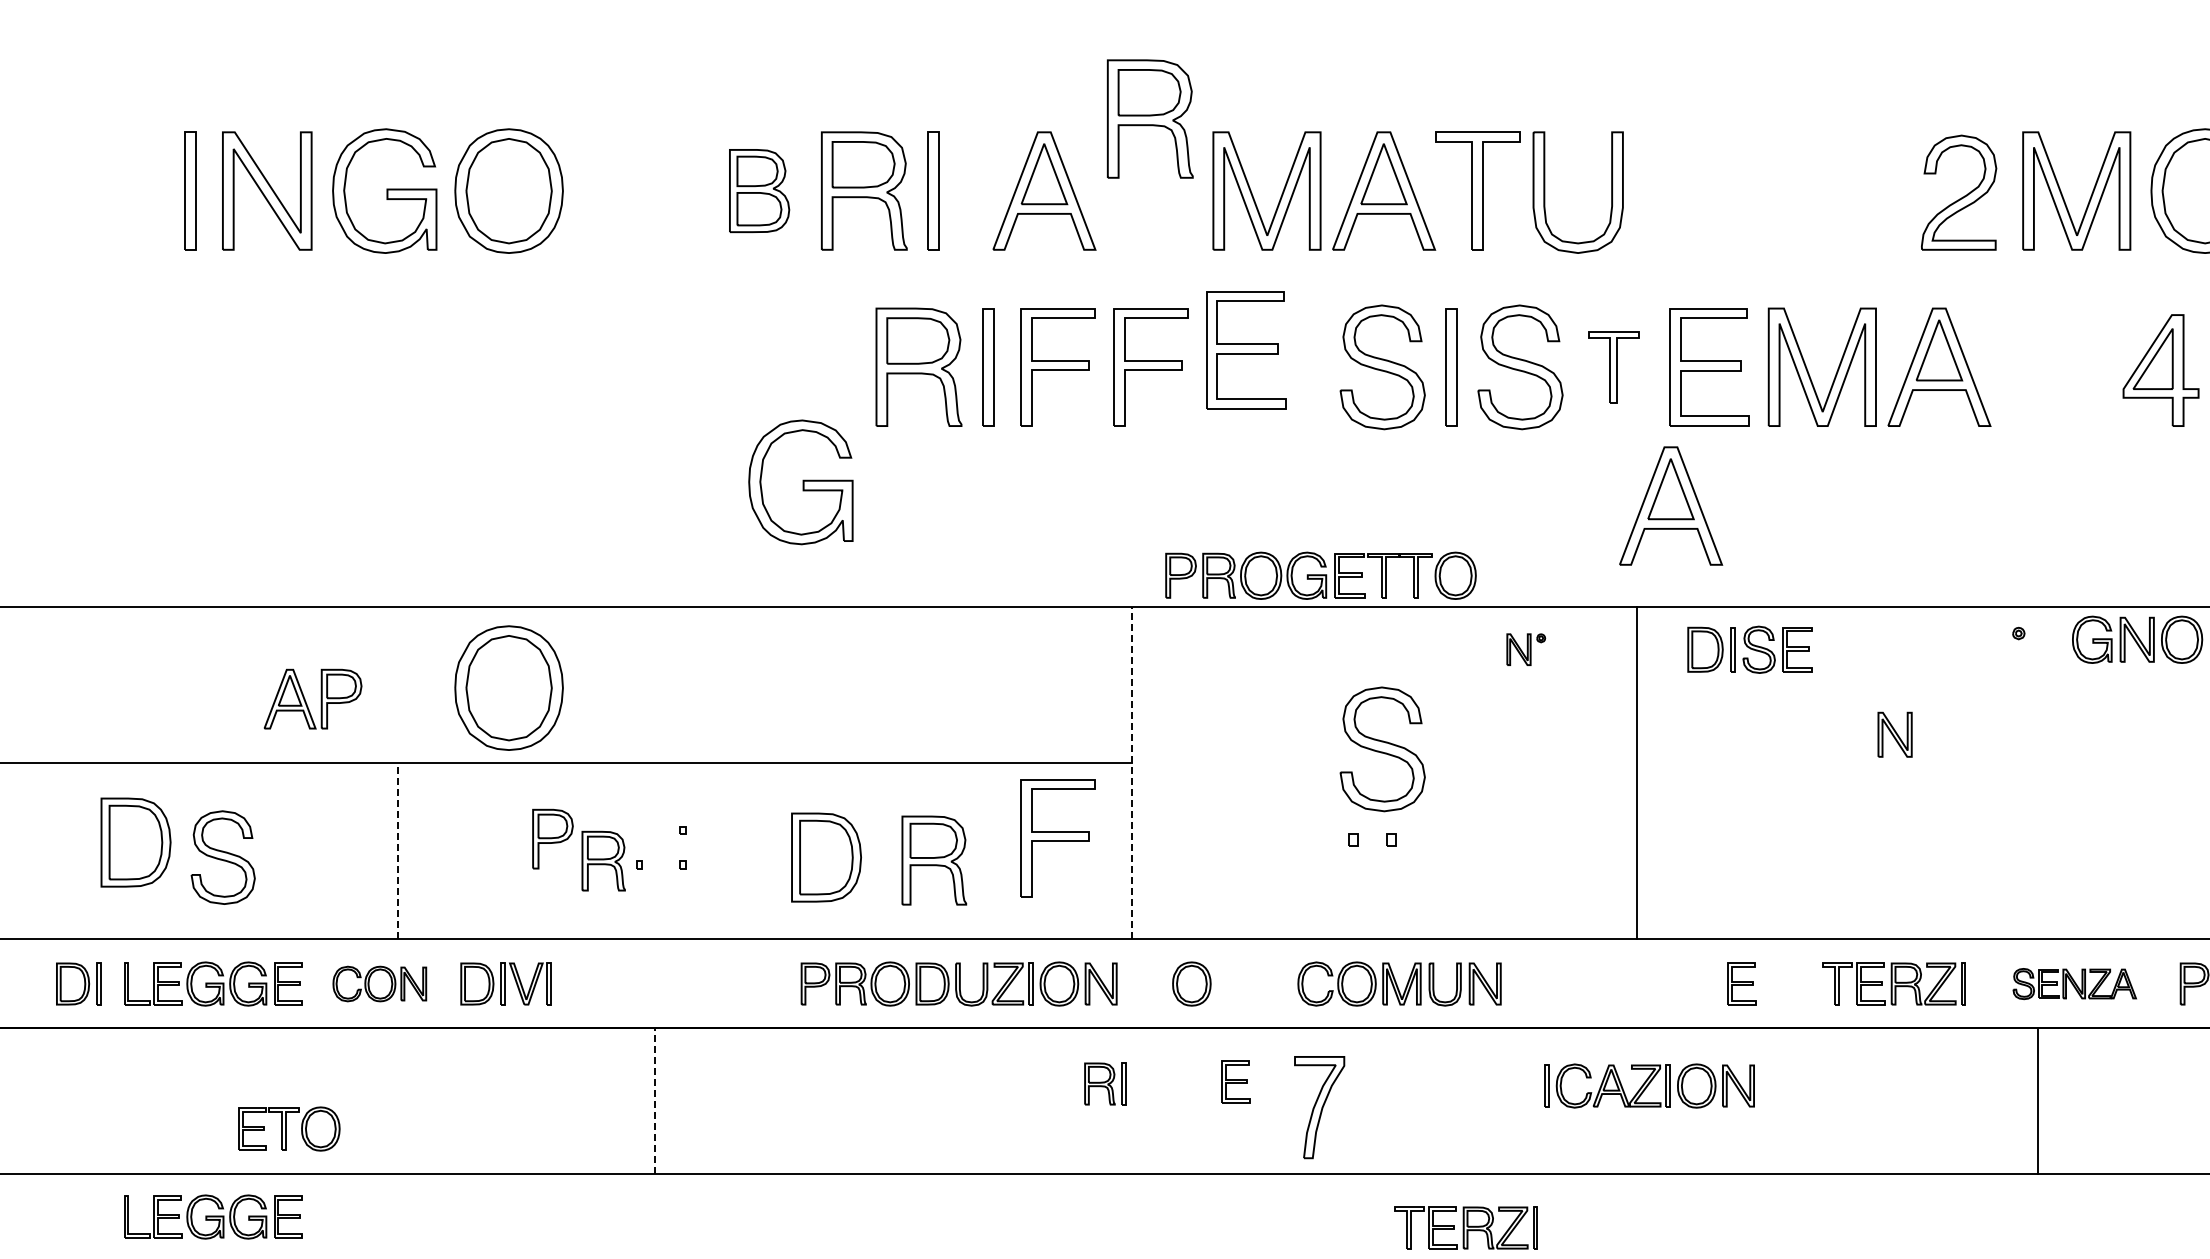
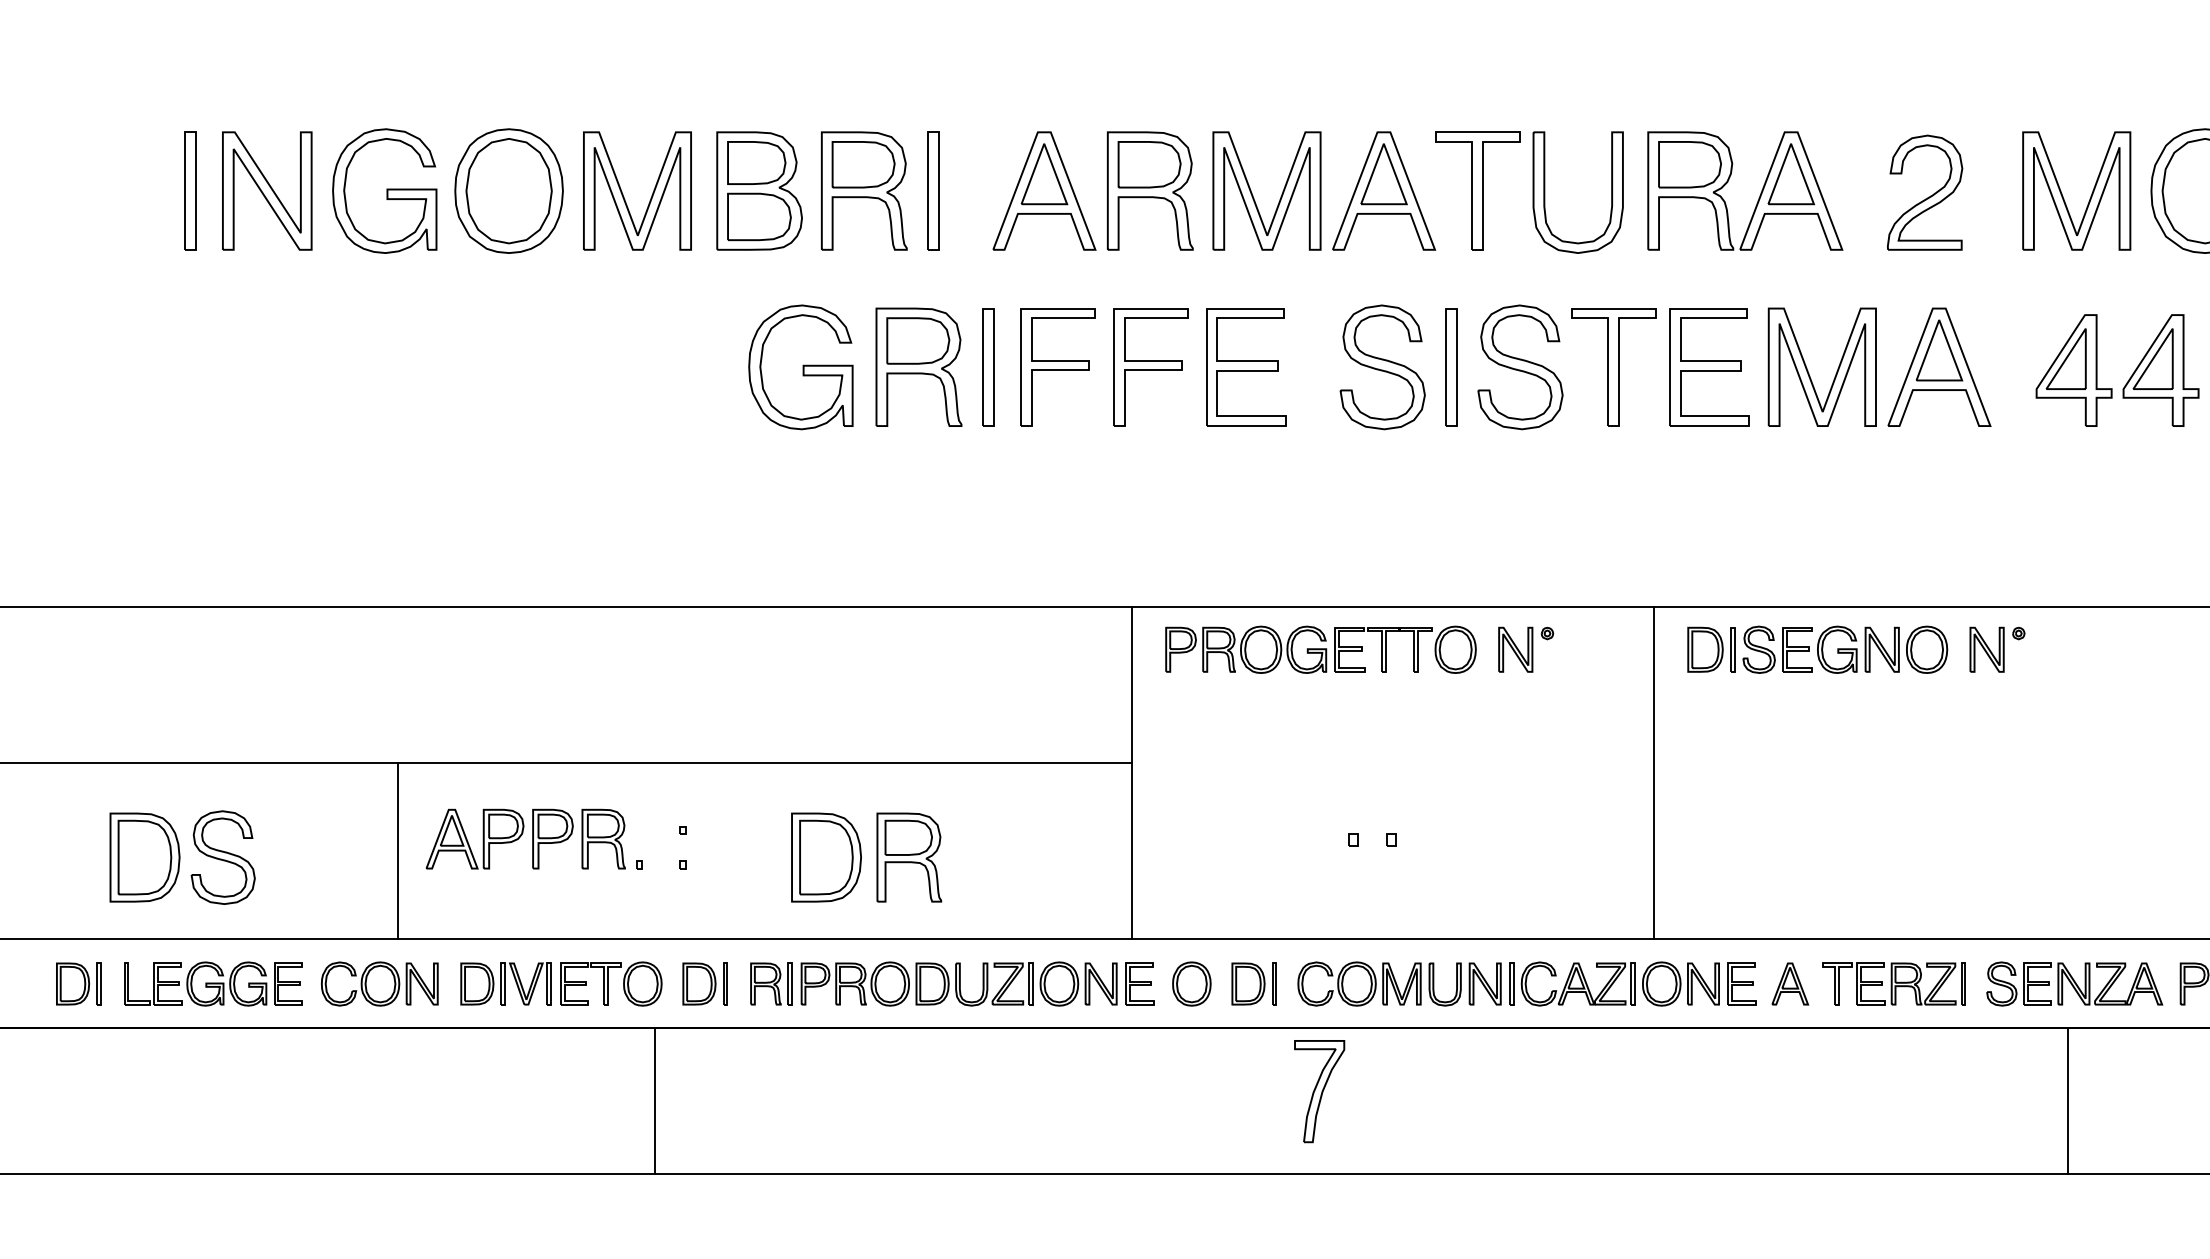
part at (1149, 118) position: (1149, 118) -> (1149, 190)
part at (759, 191) size: 62x85 px -> 87x120 px
part at (1959, 192) position: (1959, 192) -> (1925, 192)
part at (1759, 195): none -> present
part at (624, 196): none -> present
part at (1246, 350) position: (1246, 350) -> (1246, 367)
part at (1613, 367) size: 52x73 px -> 86x119 px
part at (2073, 370): none -> present
part at (800, 482) position: (800, 482) -> (800, 367)
part at (1671, 505): present -> none
part at (1320, 575) position: (1320, 575) -> (1320, 649)
part at (2137, 639) position: (2137, 639) -> (1882, 649)
part at (1526, 649) size: 41x33 px -> 57x47 px
part at (508, 687): present -> none
part at (306, 701) position: (306, 701) -> (468, 841)
part at (1894, 734) position: (1894, 734) -> (1986, 649)
part at (1382, 749): present -> none
line at (1131, 773): dashed -> solid
line at (1636, 773) position: (1636, 773) -> (1653, 773)
part at (1057, 838): present -> none
part at (135, 842) position: (135, 842) -> (144, 857)
line at (397, 850): dashed -> solid
part at (603, 860) position: (603, 860) -> (603, 838)
part at (934, 860) position: (934, 860) -> (909, 857)
part at (379, 983) size: 96x38 px -> 118x46 px
part at (704, 983): none -> present
part at (1253, 983): none -> present
part at (1790, 983): none -> present
part at (2074, 984) size: 125x33 px -> 178x46 px
part at (1235, 1081) position: (1235, 1081) -> (1139, 983)
part at (1105, 1083) position: (1105, 1083) -> (771, 983)
part at (1649, 1085) position: (1649, 1085) -> (1614, 983)
line at (654, 1100): dashed -> solid
line at (2038, 1100) position: (2038, 1100) -> (2068, 1100)
part at (1319, 1107) position: (1319, 1107) -> (1319, 1091)
part at (289, 1128) position: (289, 1128) -> (611, 983)
part at (213, 1216): present -> none
part at (1465, 1227): present -> none
